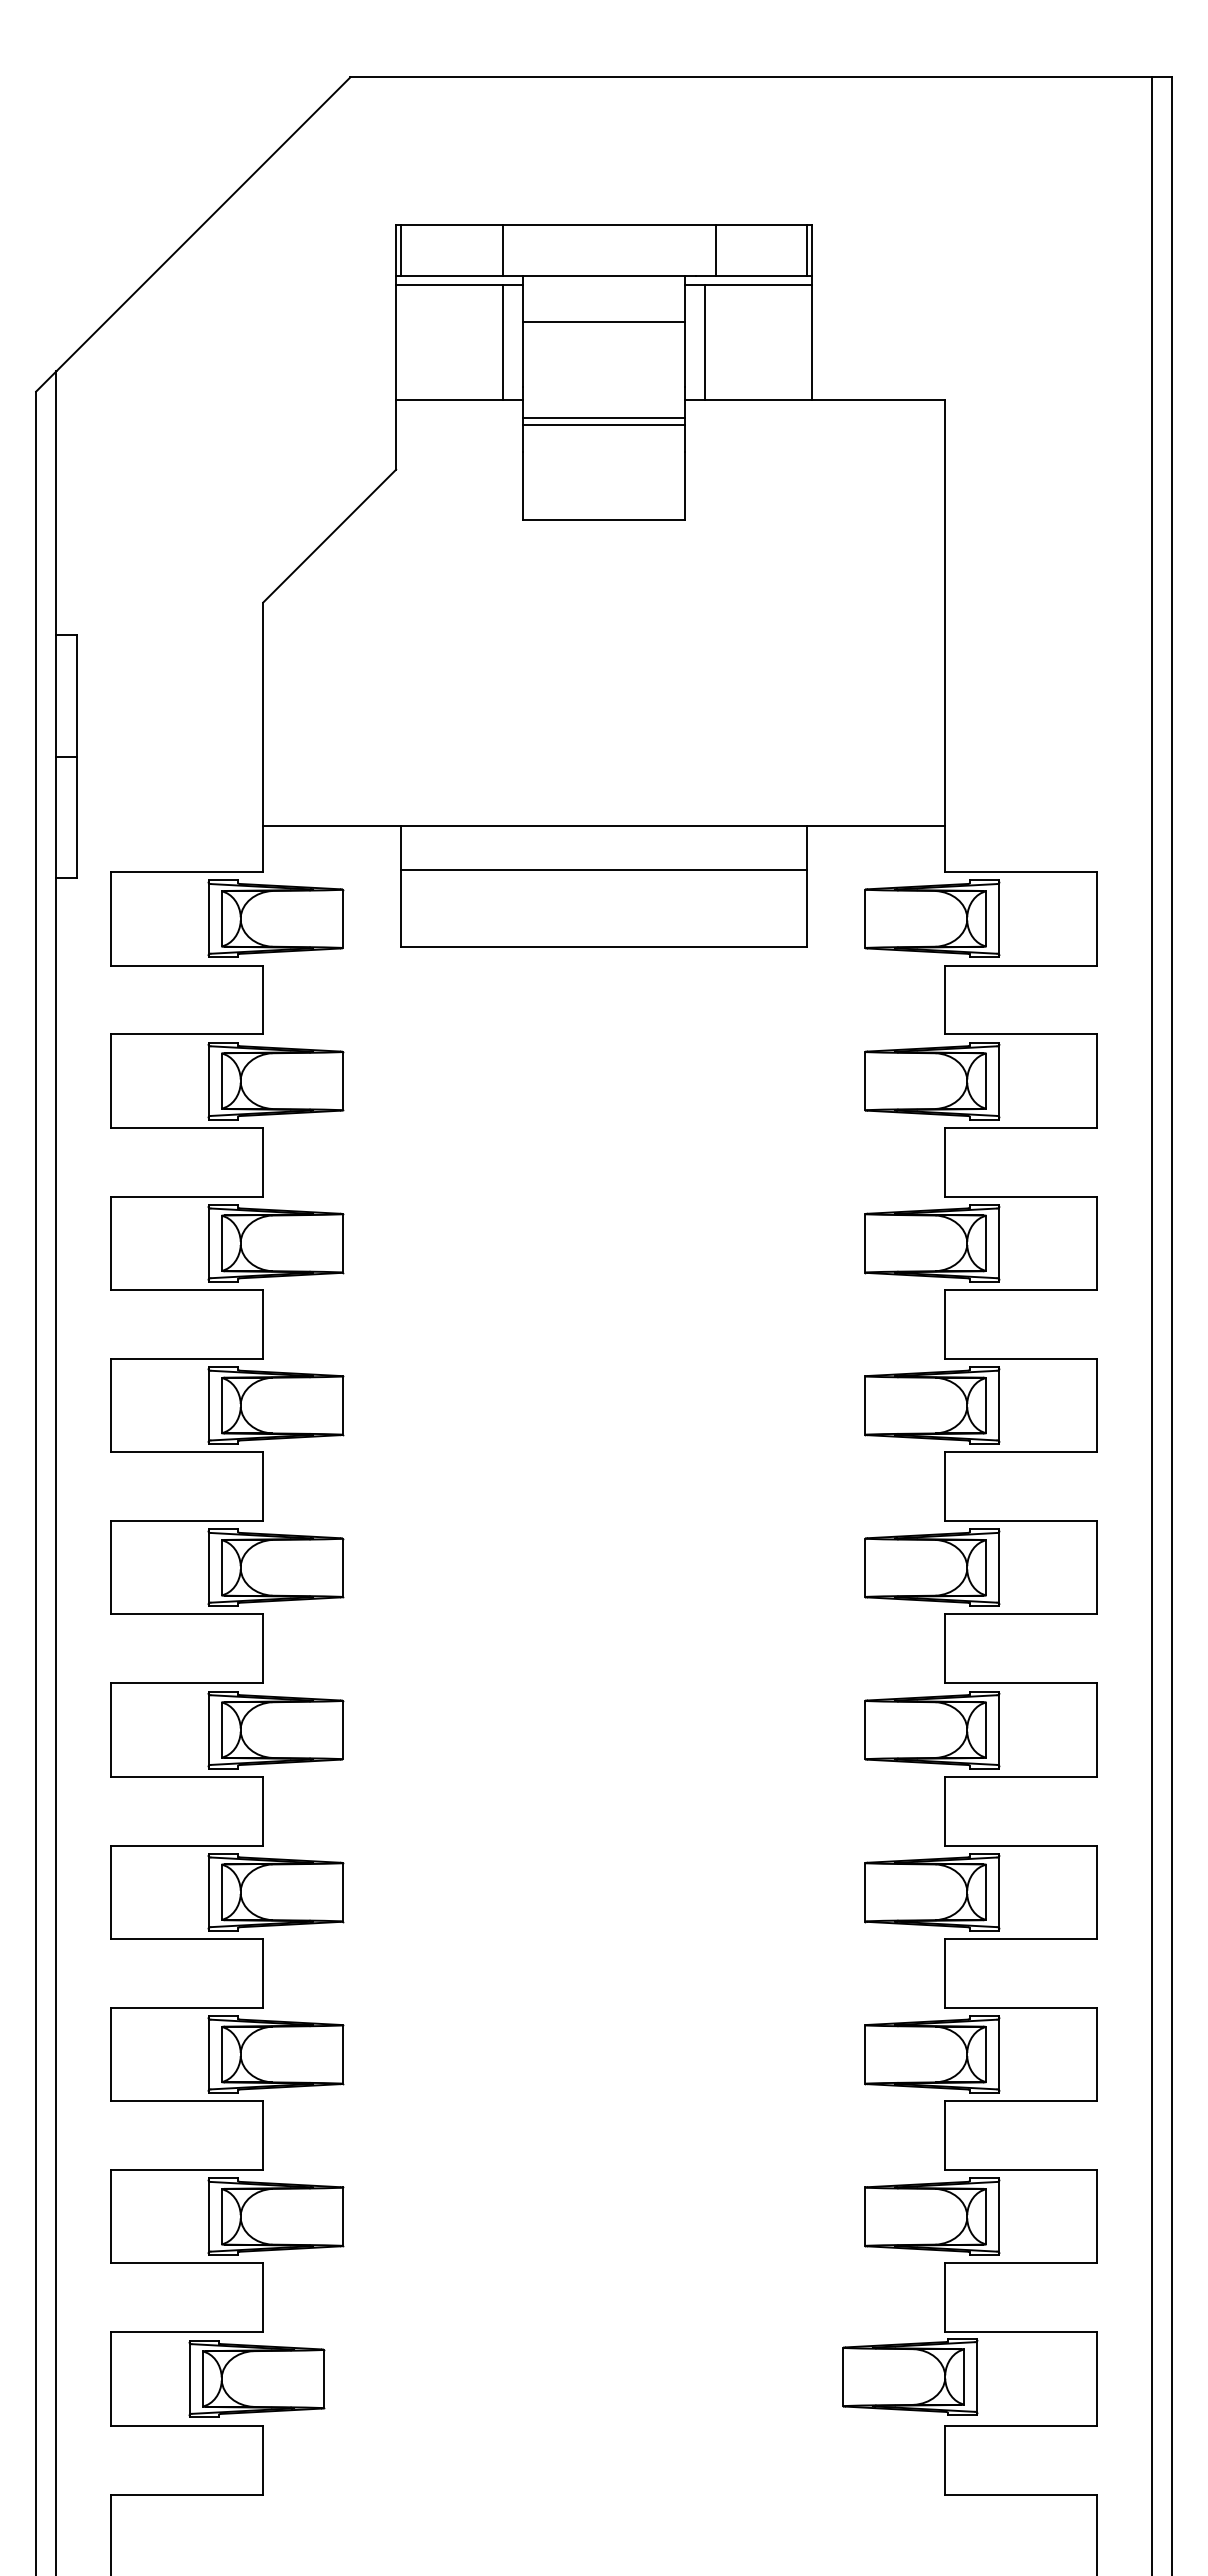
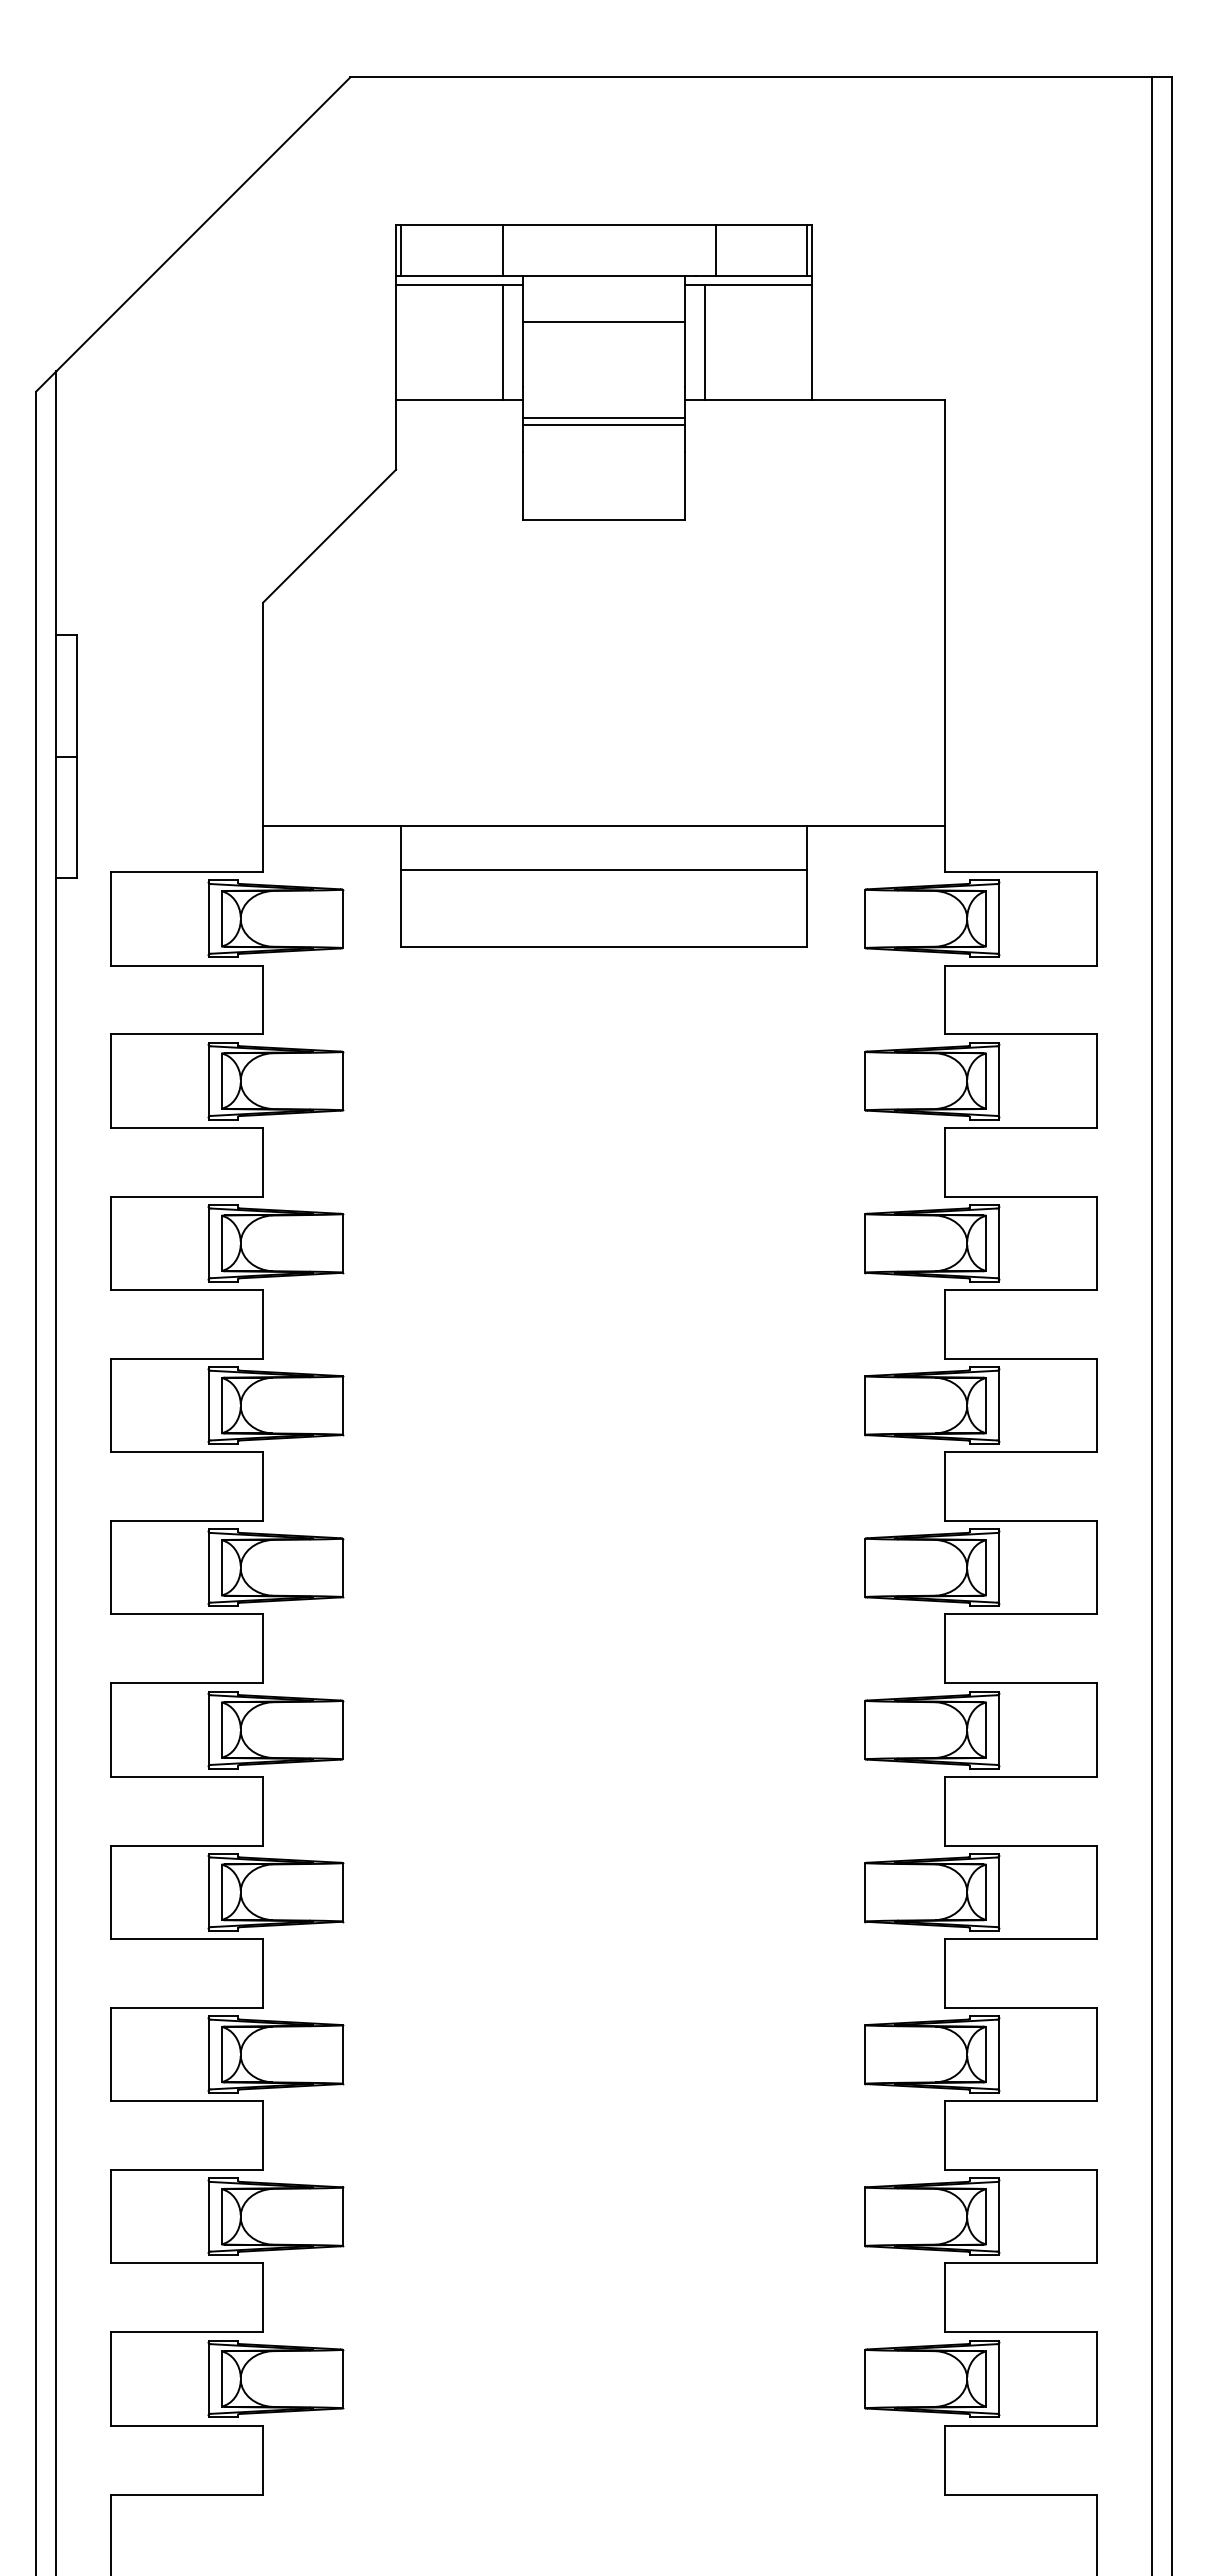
part at (910, 2376) position: (910, 2376) -> (932, 2378)
part at (256, 2378) position: (256, 2378) -> (275, 2378)
